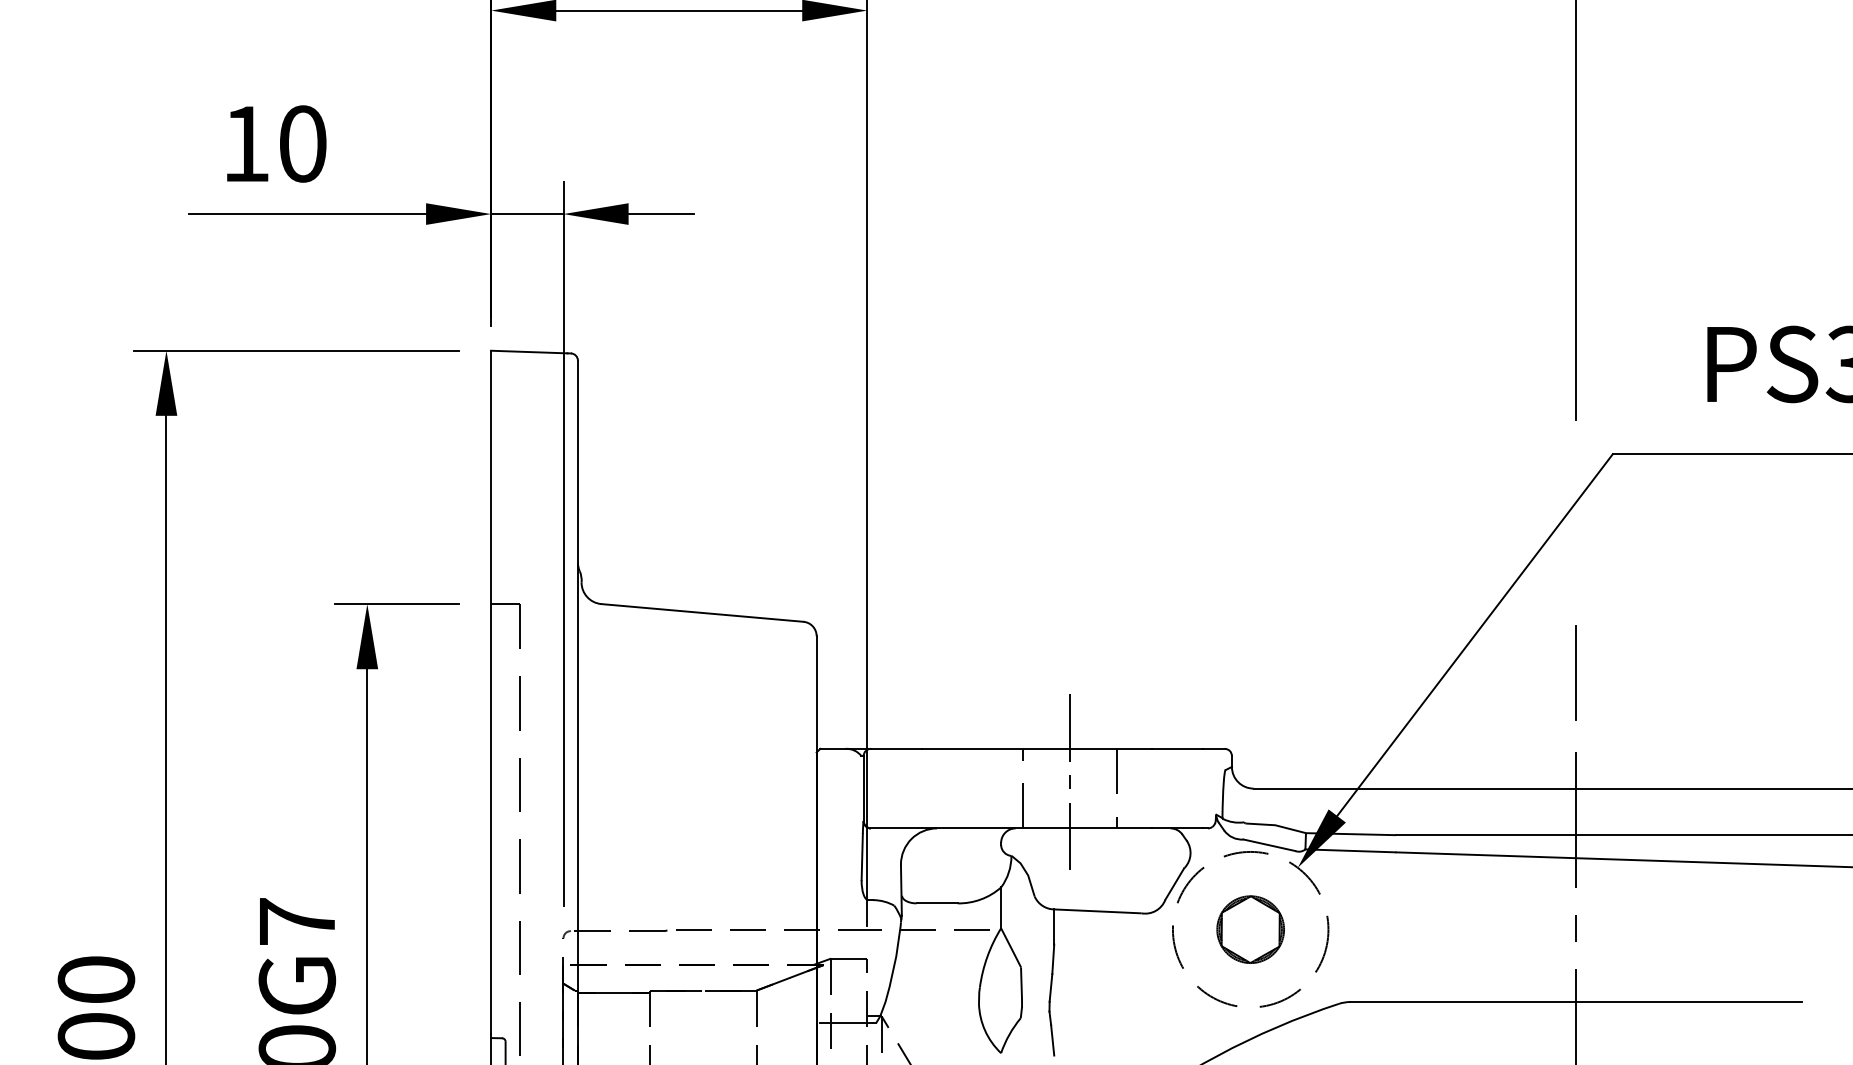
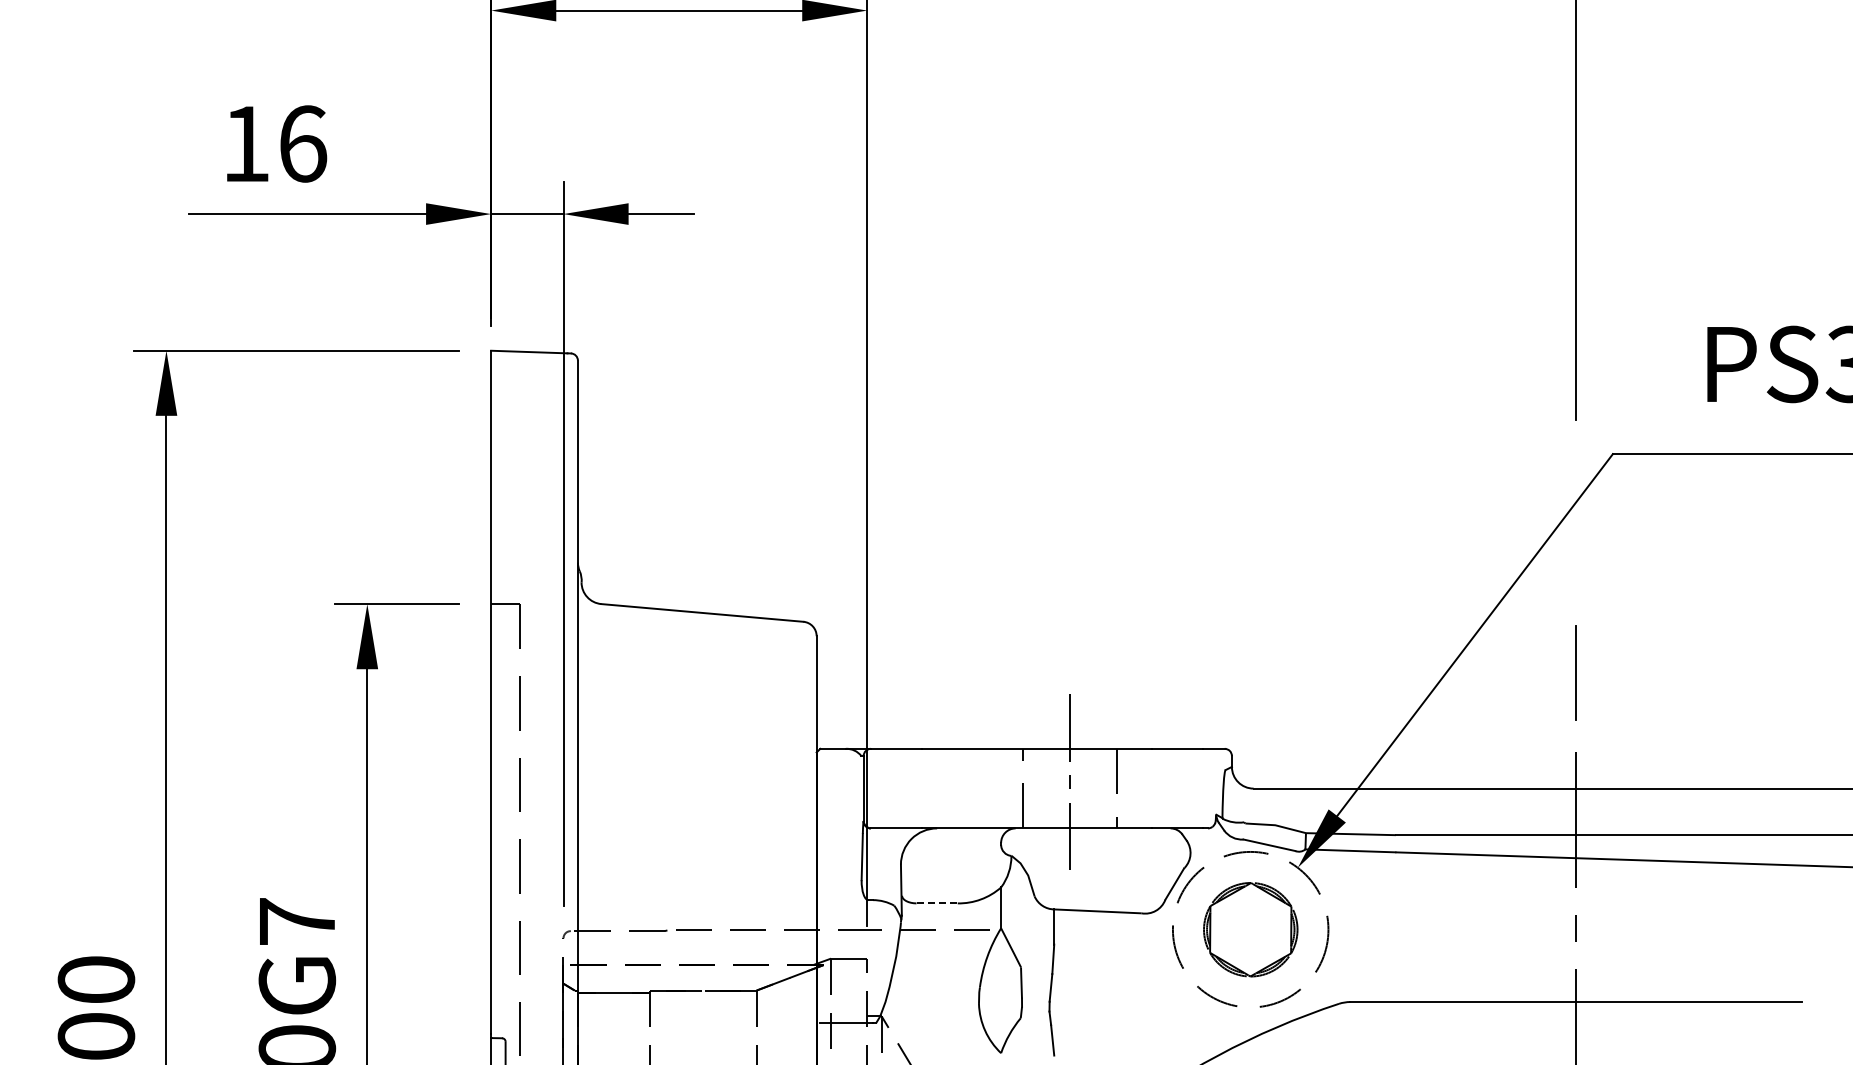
text at (303, 143): 10 -> 16
line at (937, 903): solid -> dashed
part at (1250, 929) size: 69x69 px -> 96x96 px
